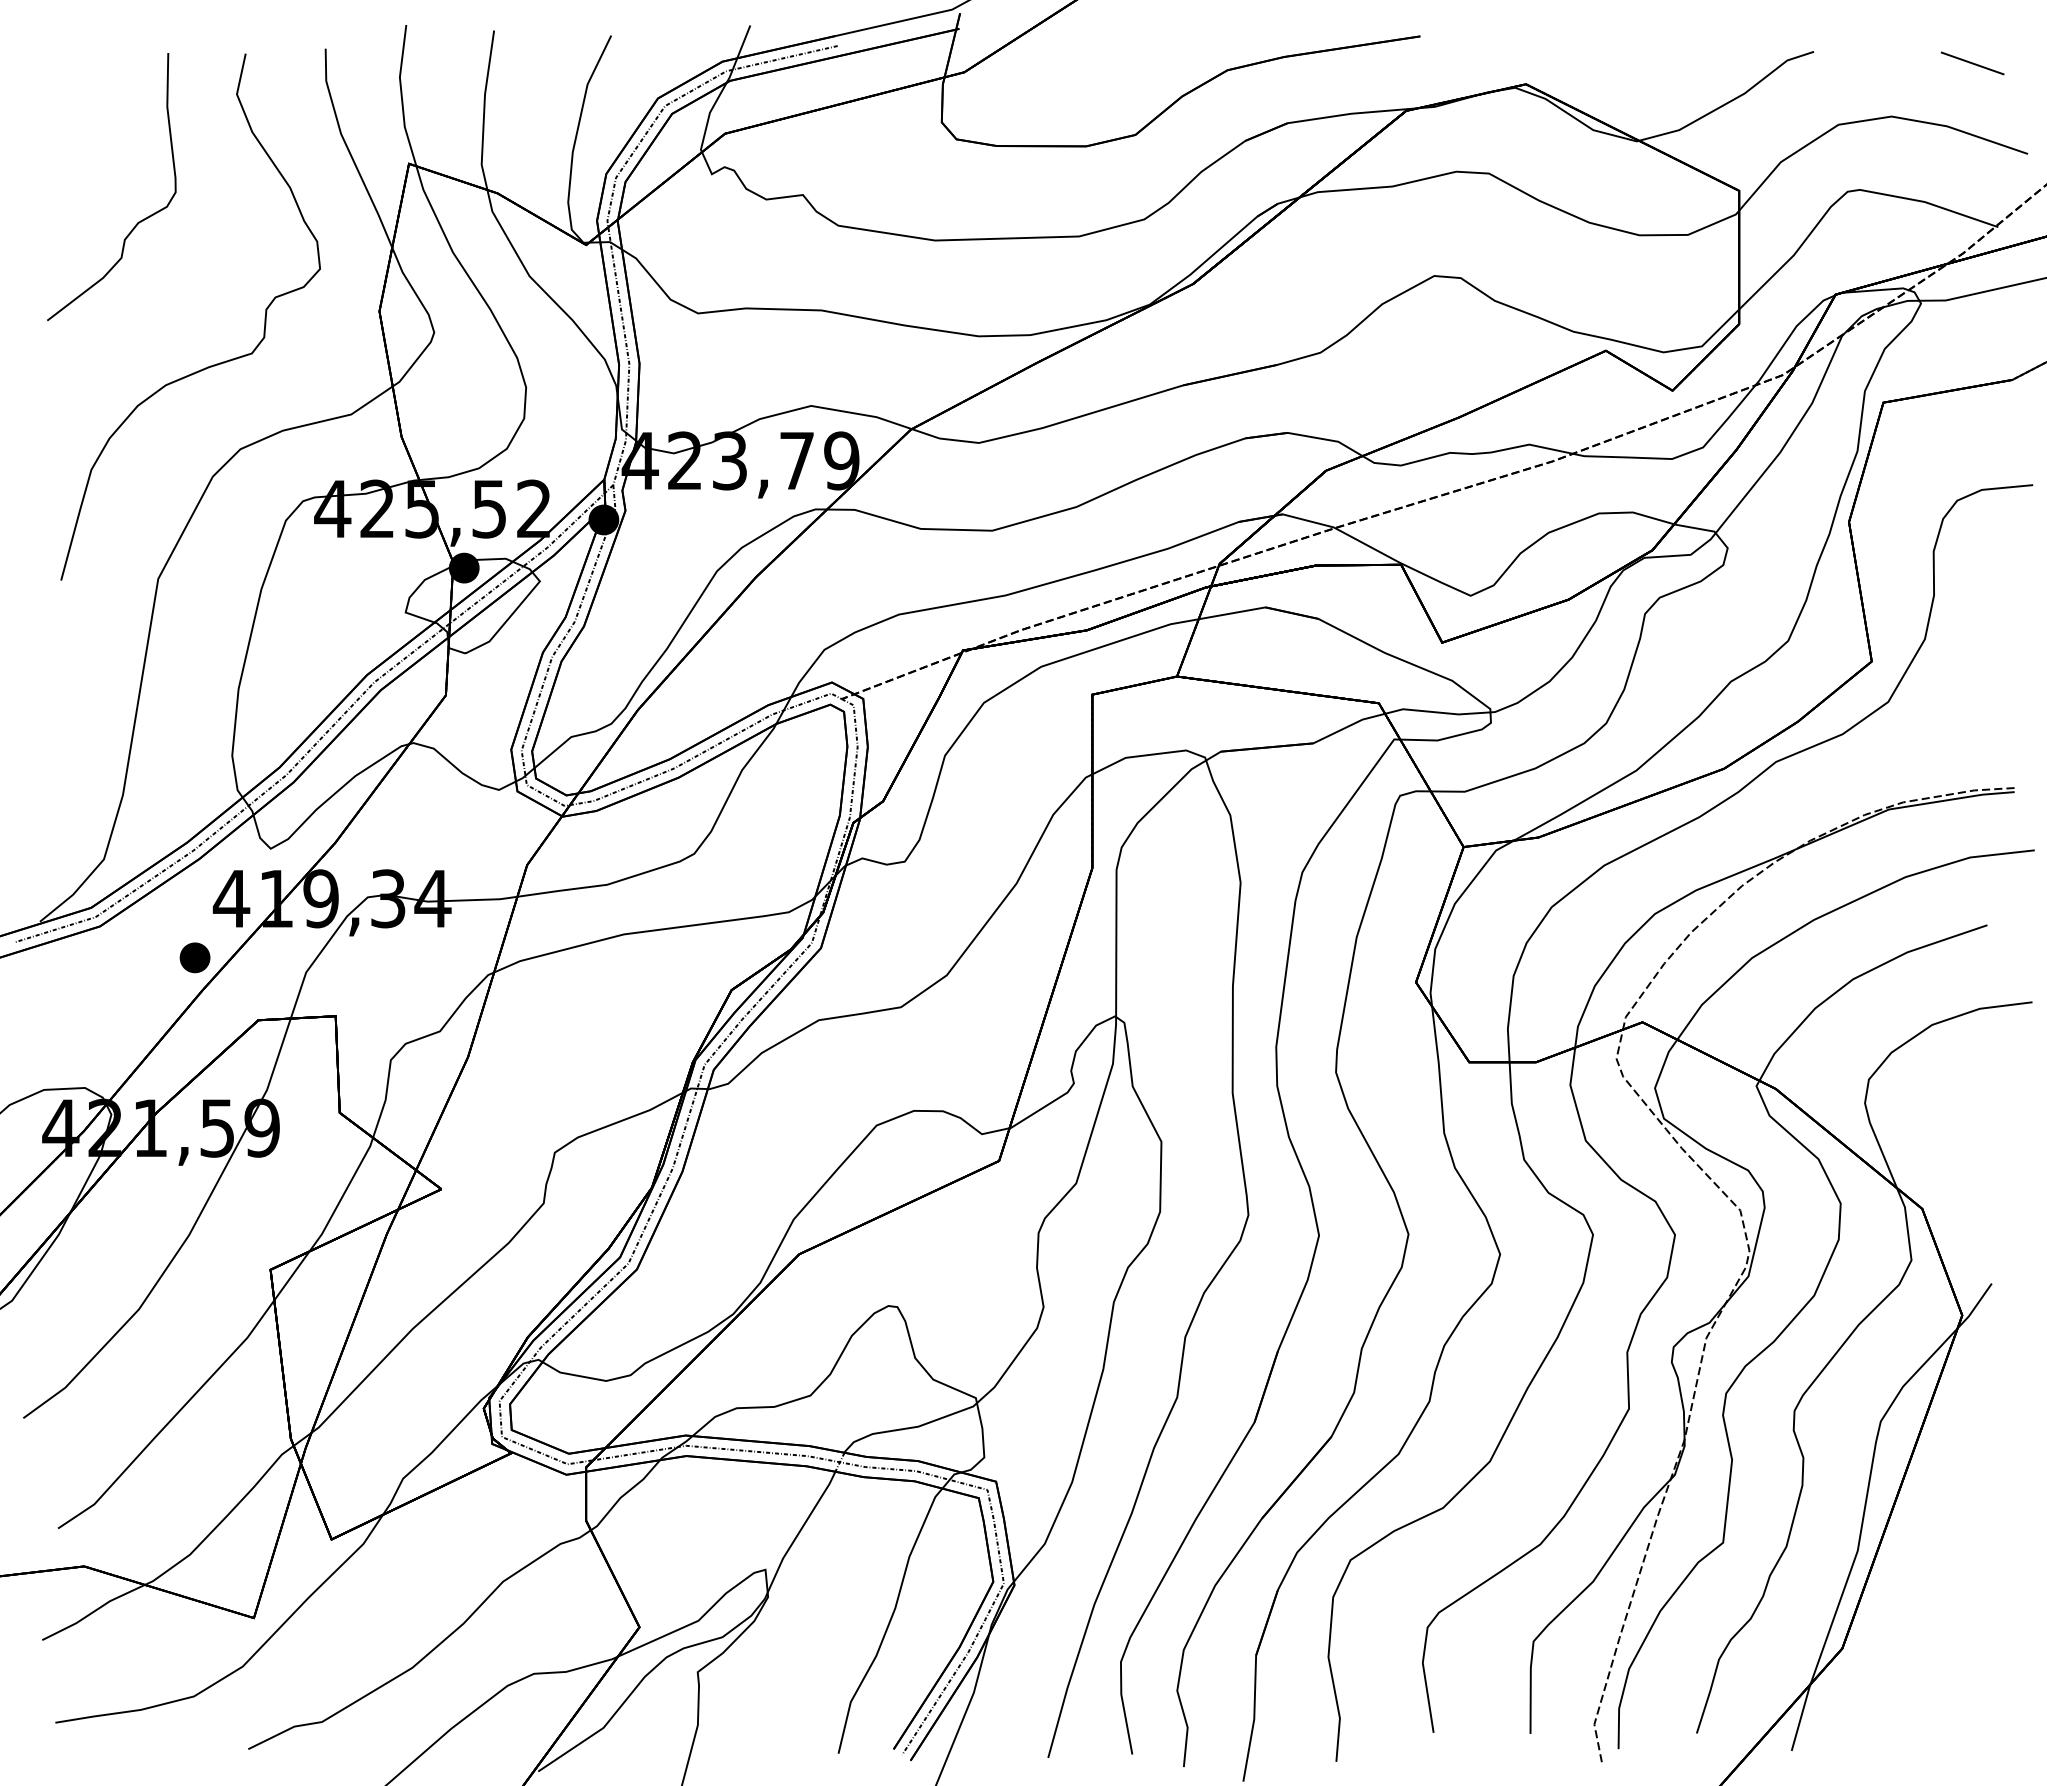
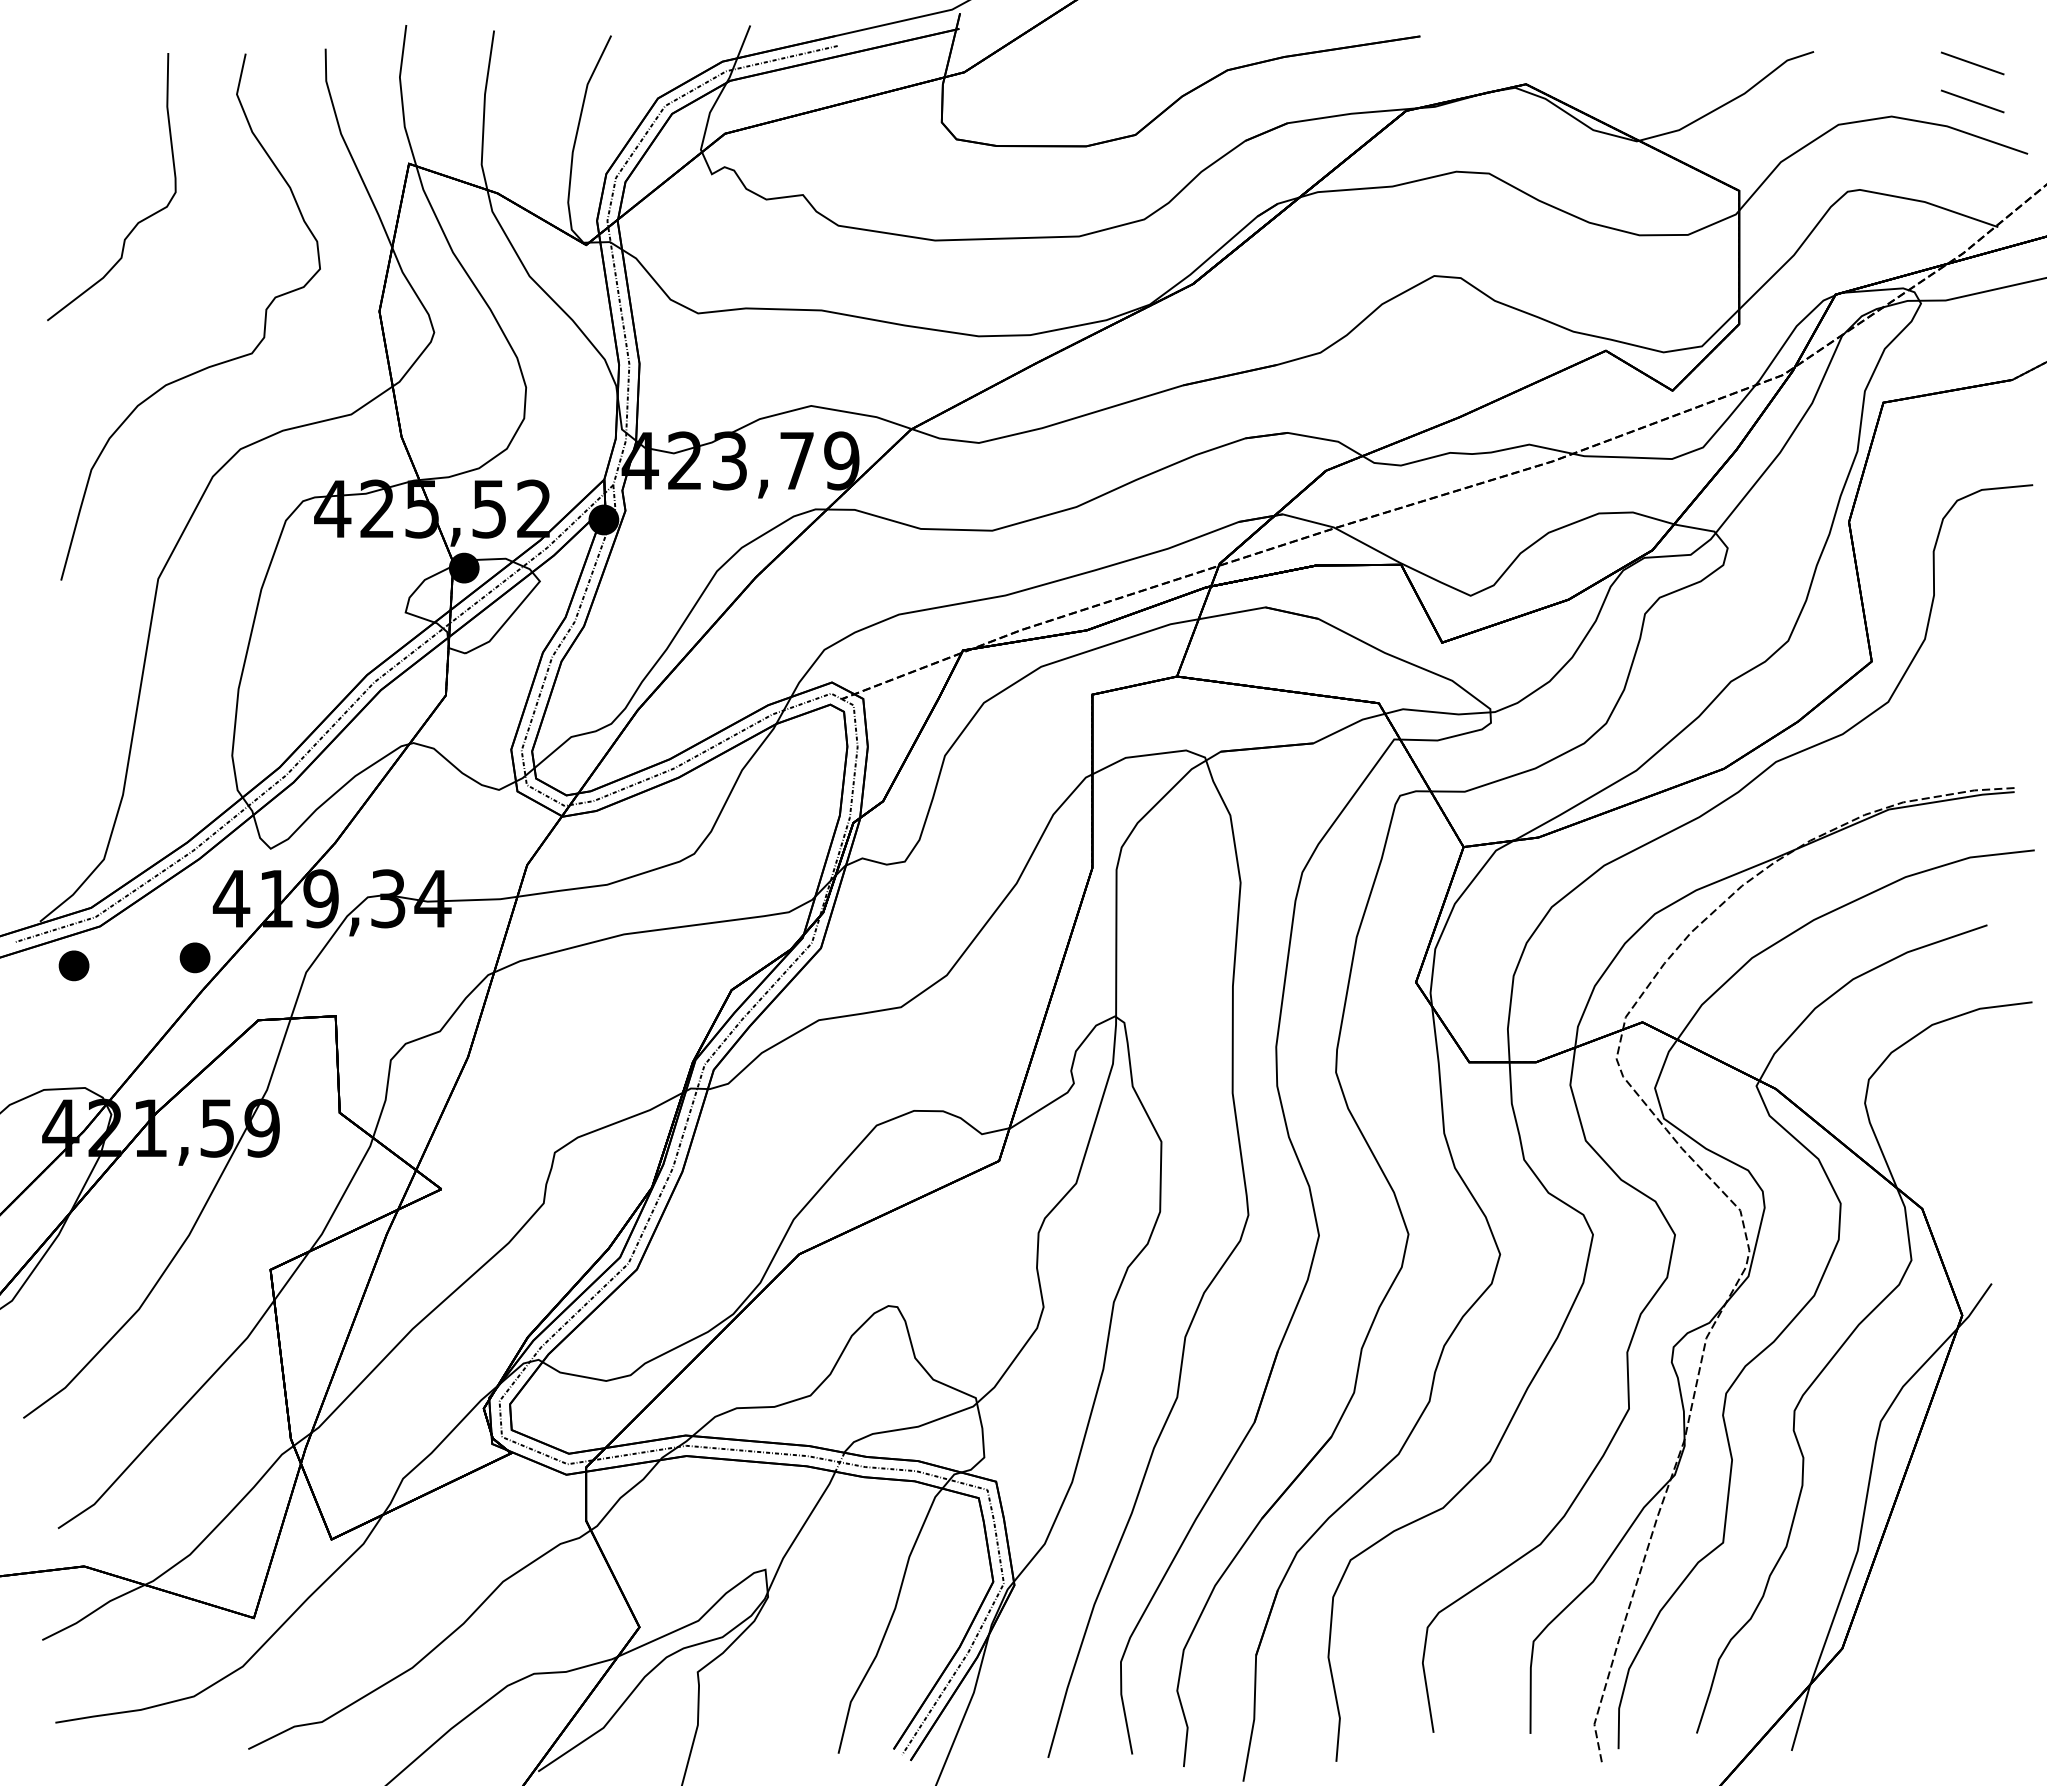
line at (1972, 101): none -> present
part at (73, 965): none -> present
